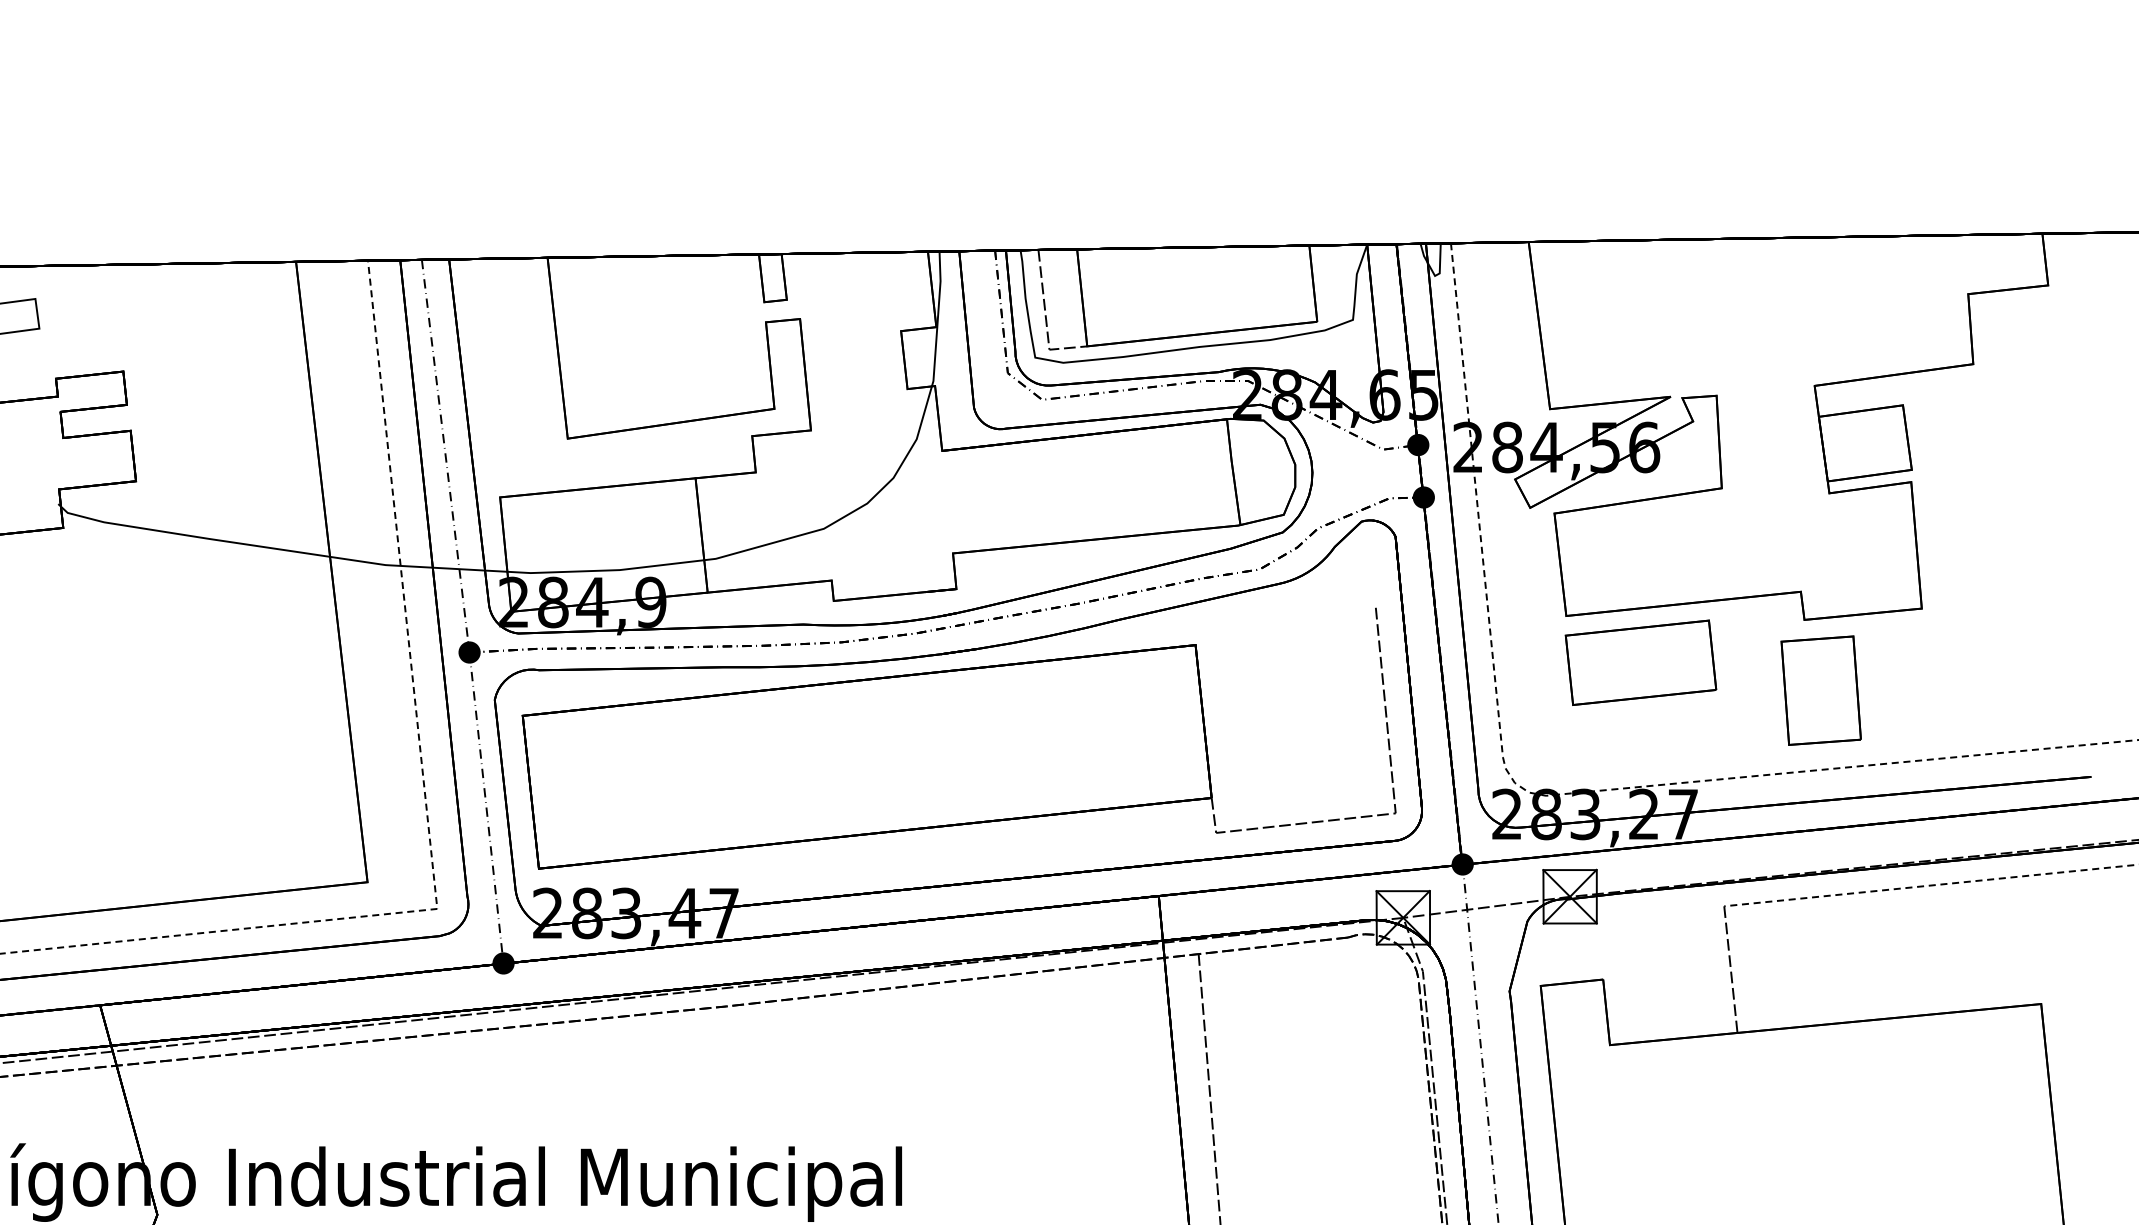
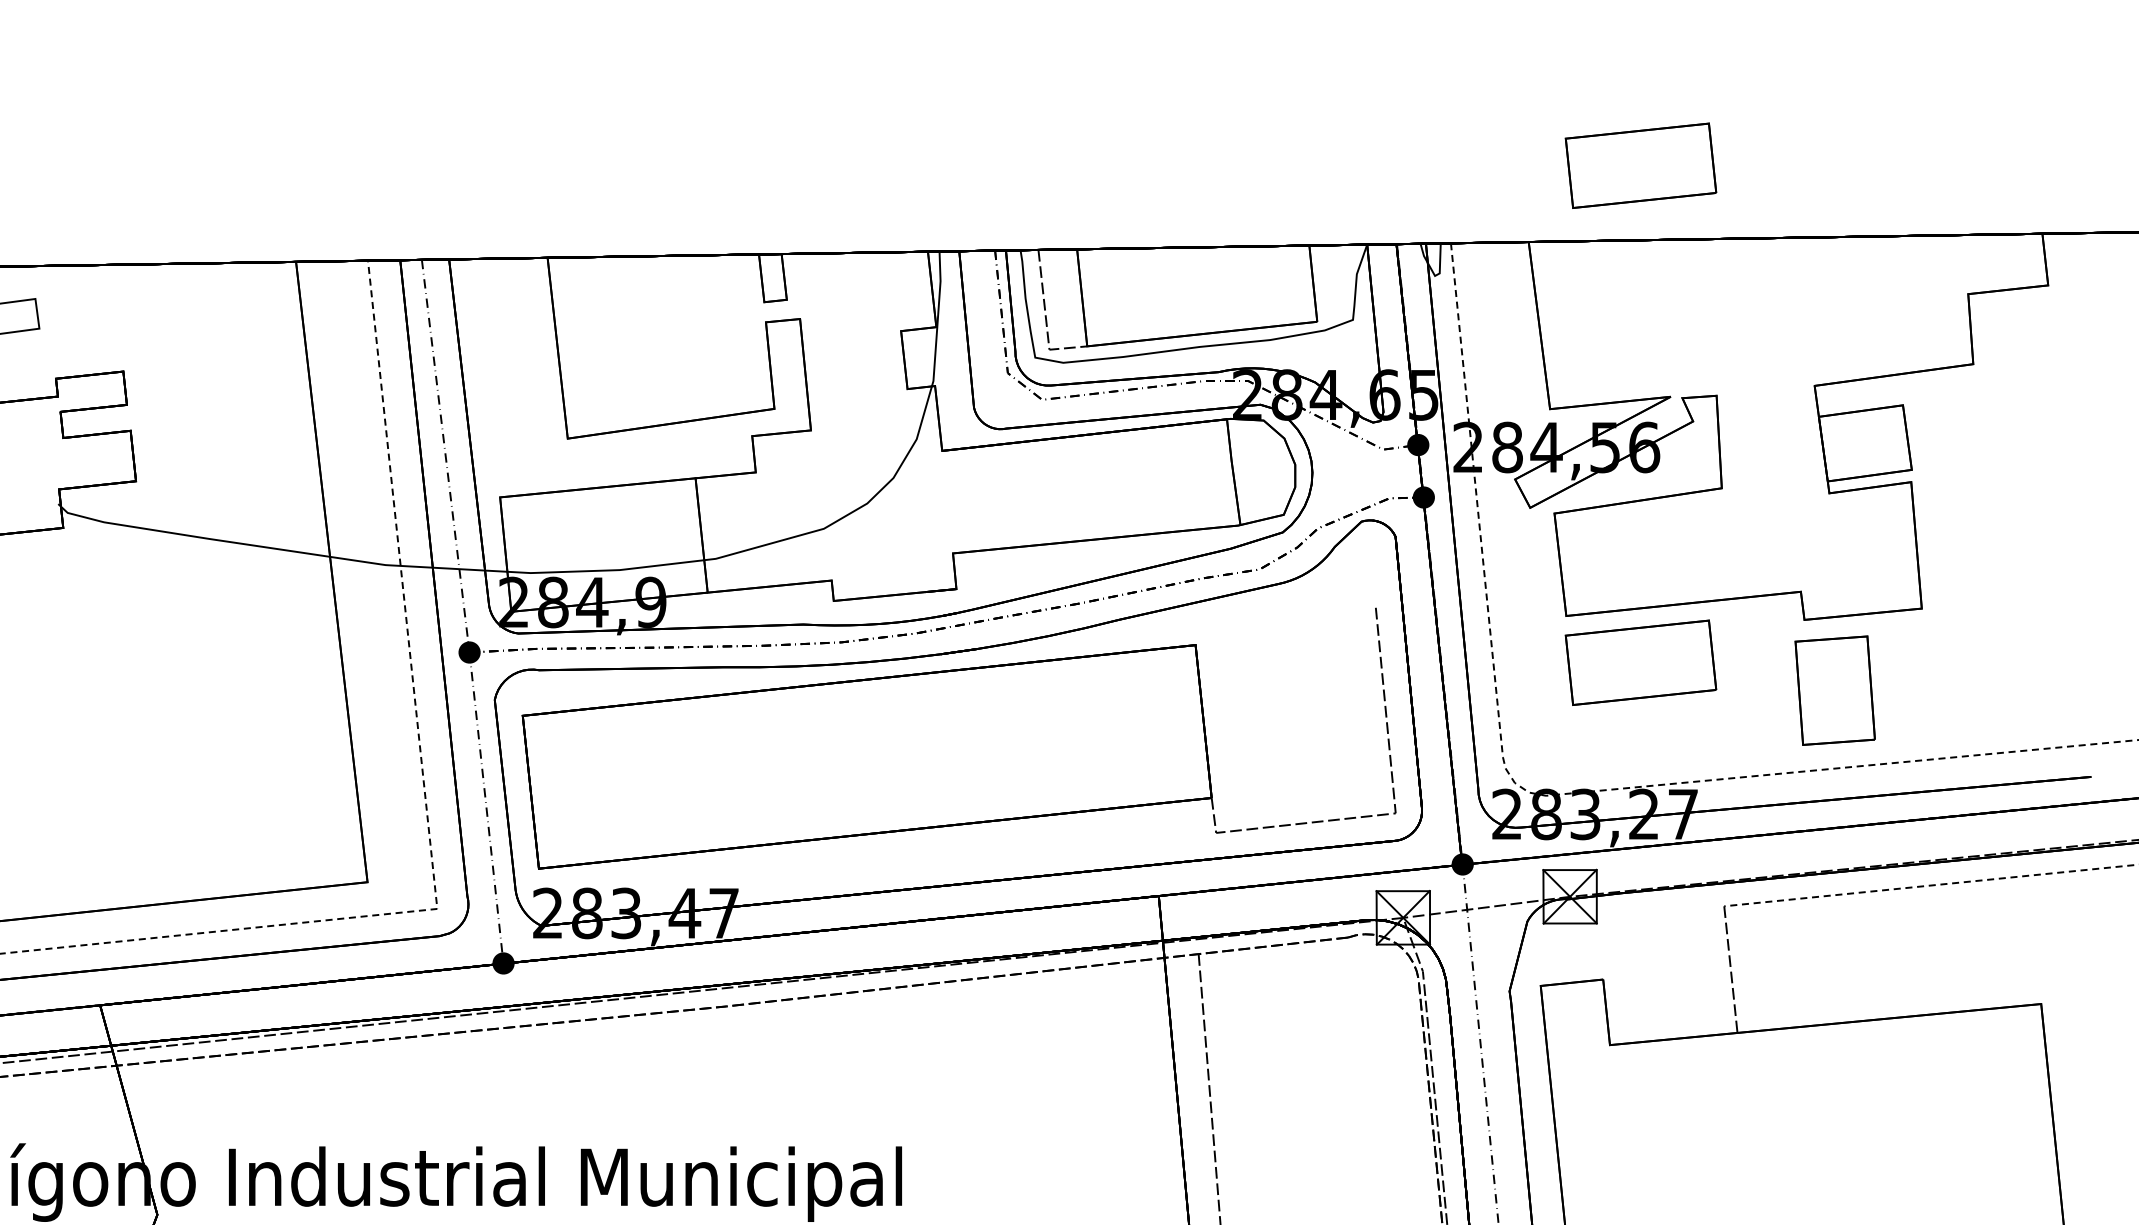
part at (1640, 165): none -> present
part at (1820, 690) position: (1820, 690) -> (1834, 690)
